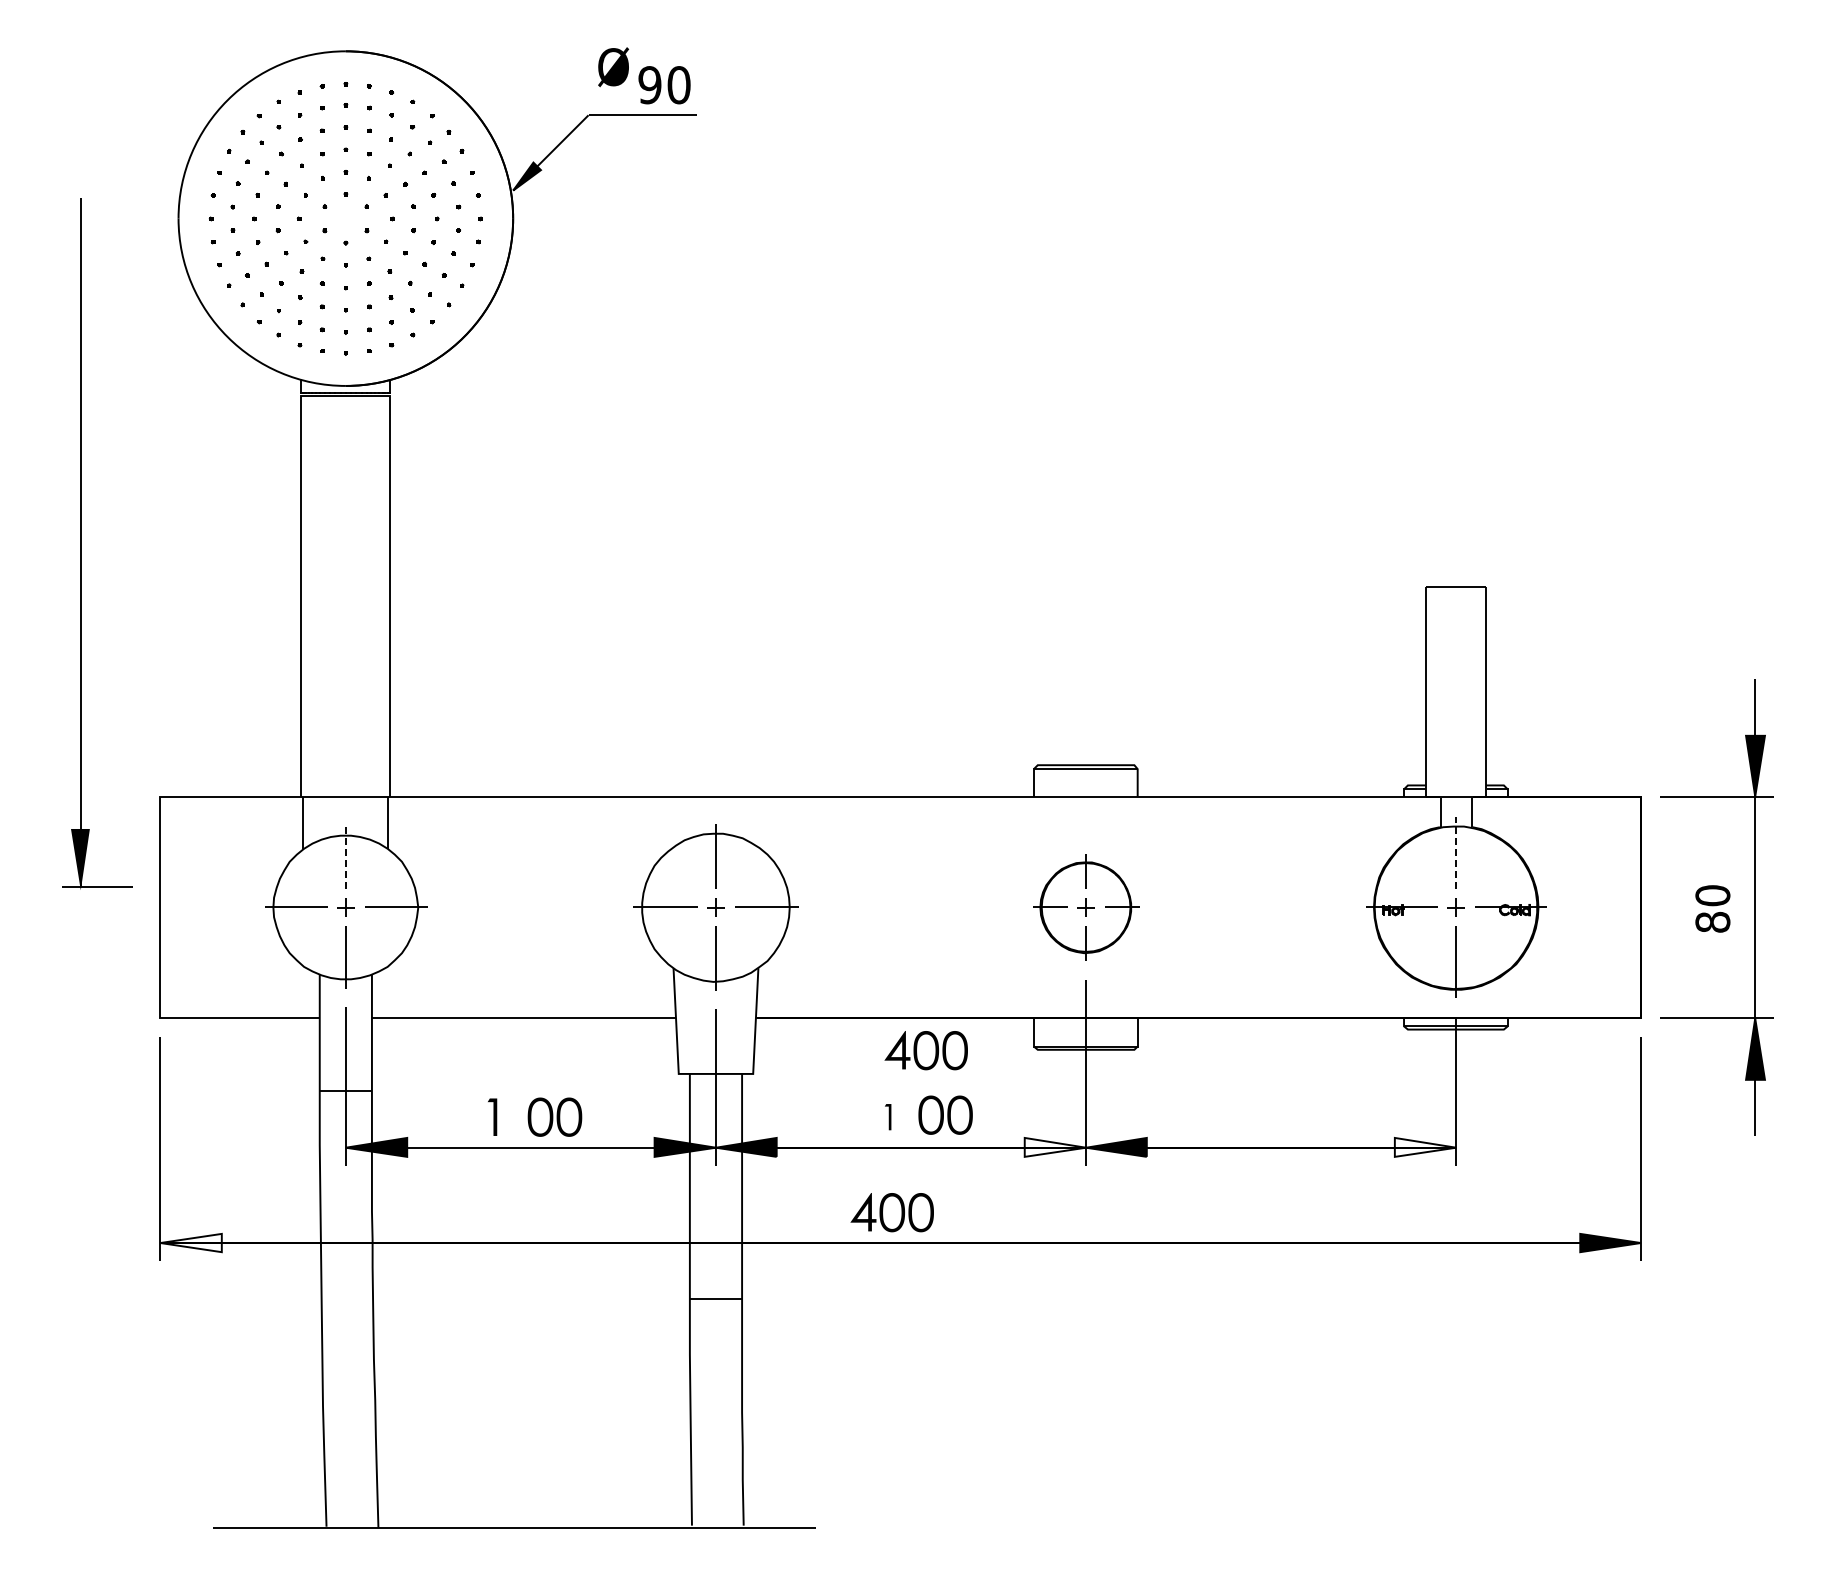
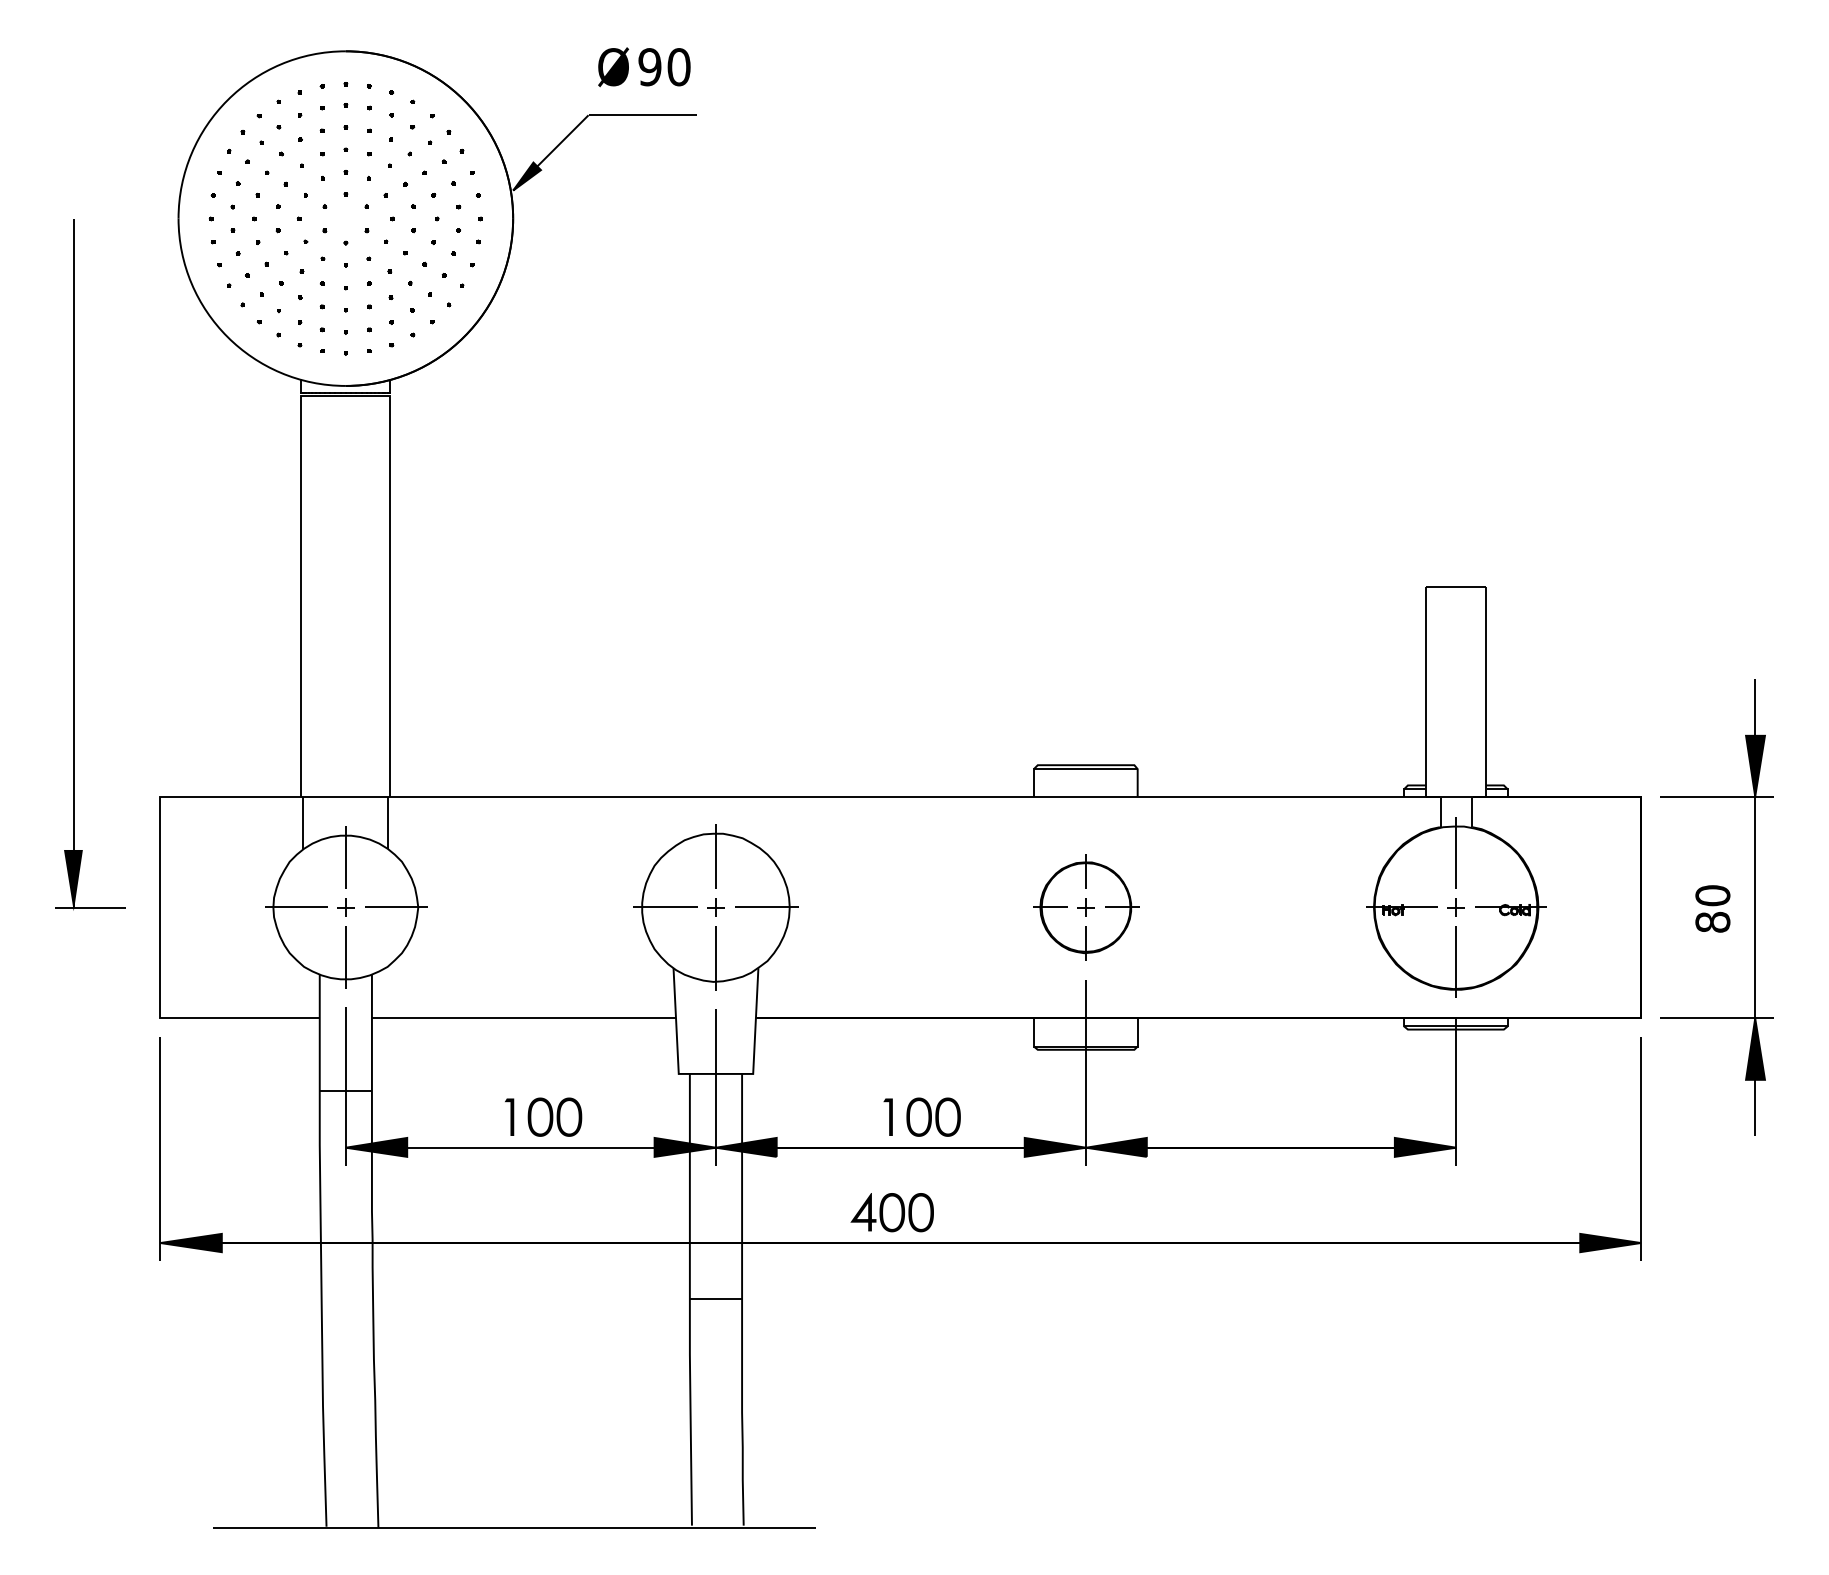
text at (664, 85) position: (664, 85) -> (664, 67)
part at (81, 543) position: (81, 543) -> (74, 564)
line at (1456, 852): dashed -> solid
line at (346, 856): dashed -> solid
part at (925, 1050): present -> none
part at (945, 1114) position: (945, 1114) -> (933, 1116)
part at (492, 1116) position: (492, 1116) -> (509, 1116)
part at (888, 1117) size: 7x27 px -> 10x38 px
fill at (1055, 1146): none -> present
fill at (1425, 1146): none -> present
fill at (190, 1242): none -> present
